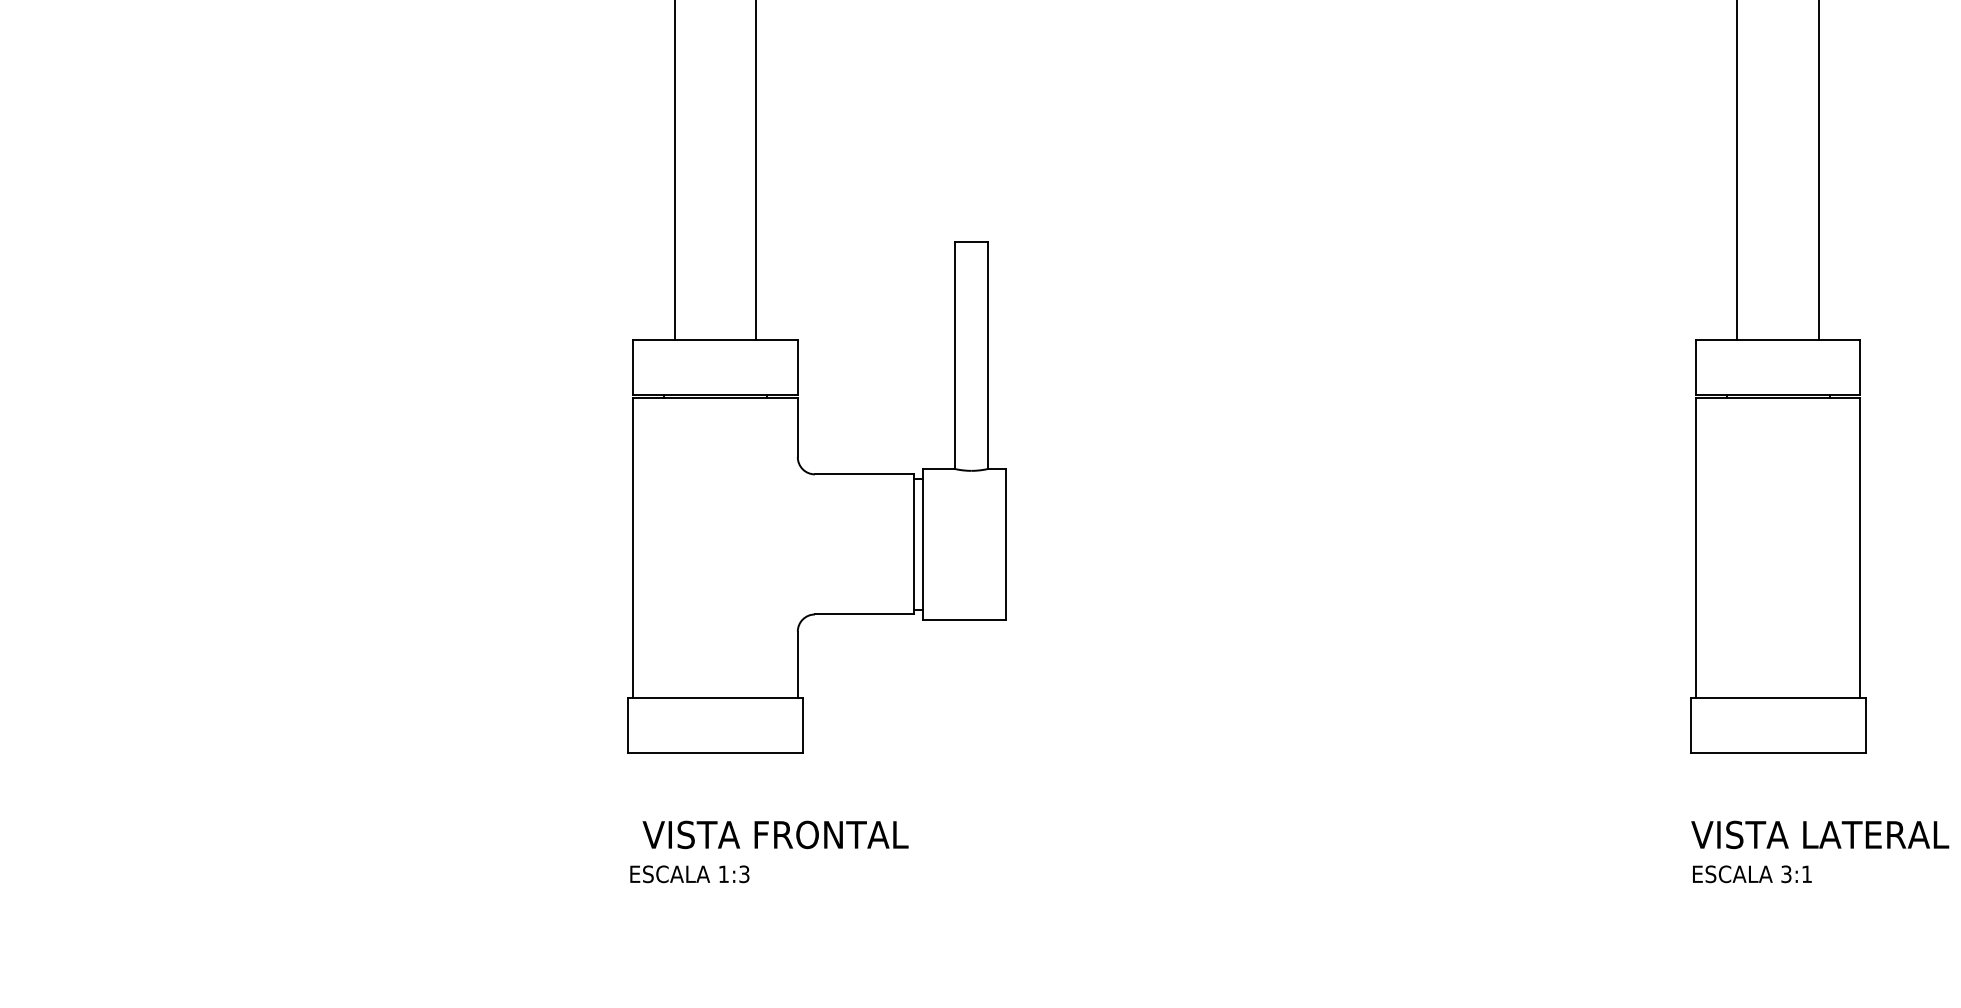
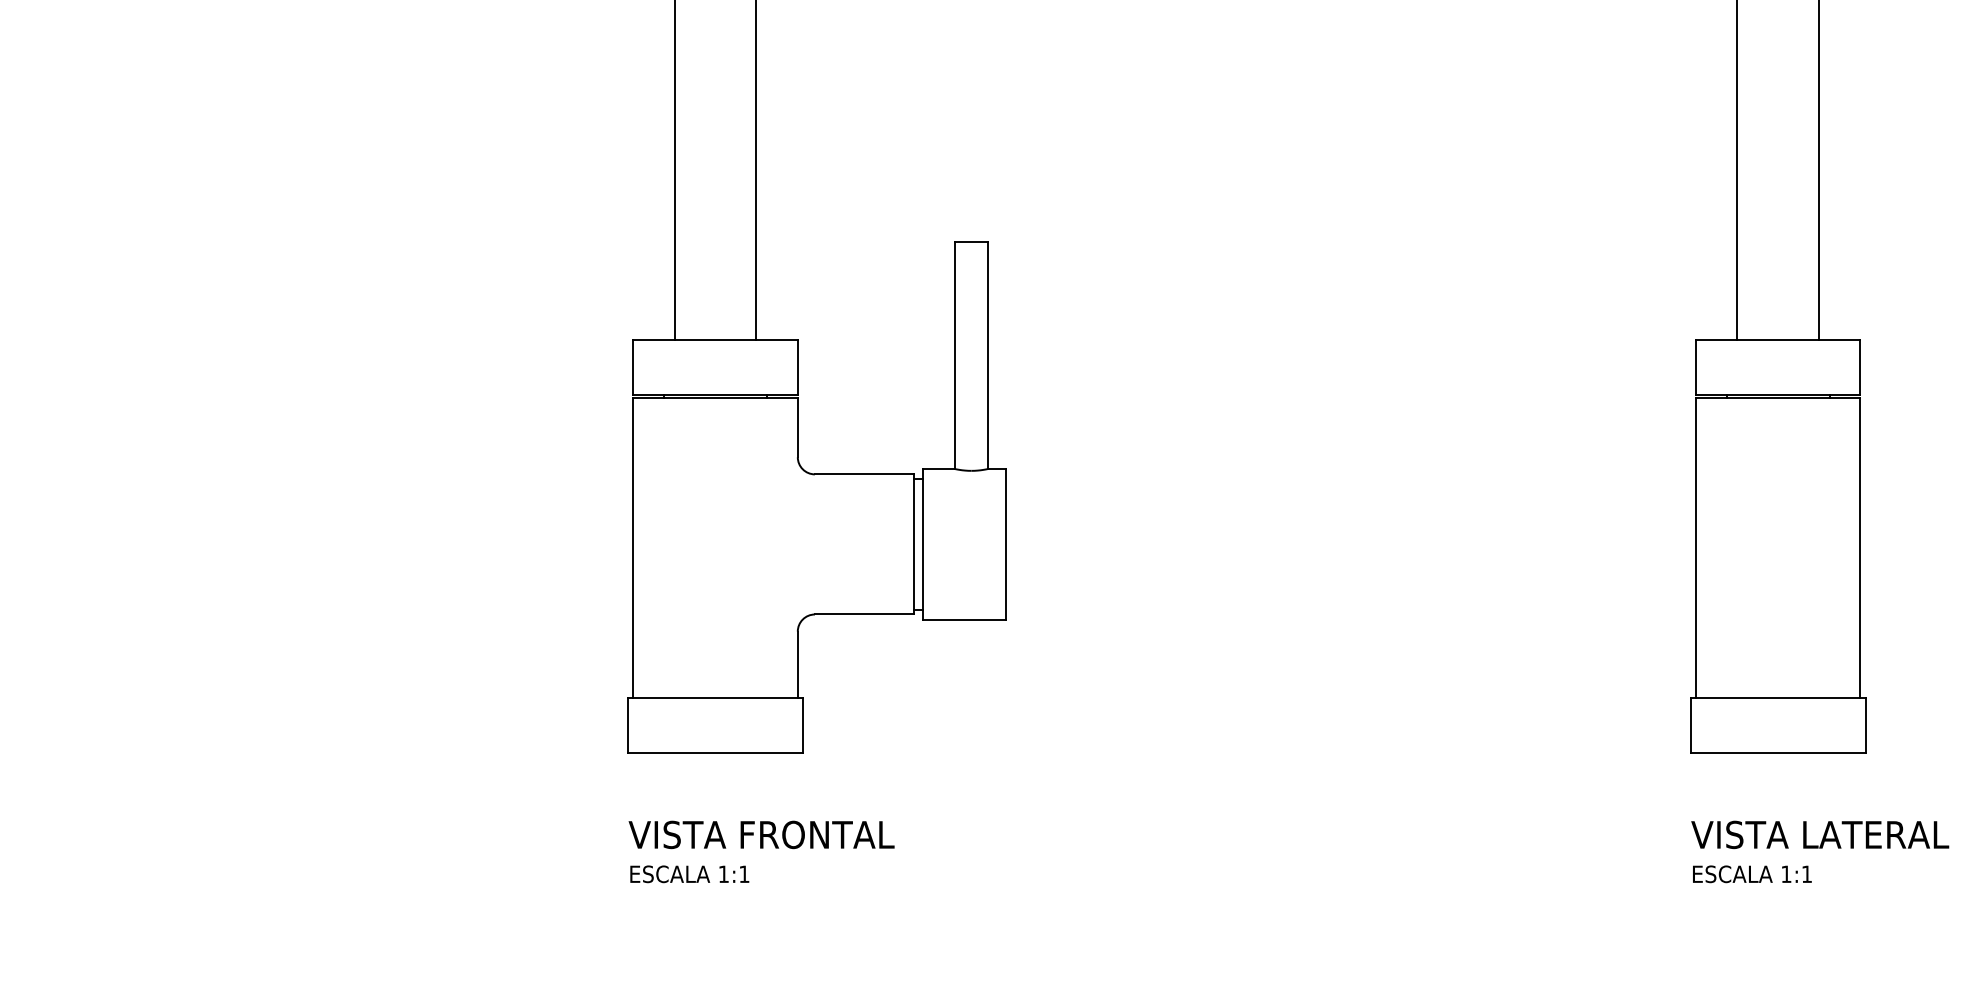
text at (775, 834) position: (775, 834) -> (761, 834)
text at (744, 874): 1:3 -> 1:1
text at (1786, 874): 3:1 -> 1:1
